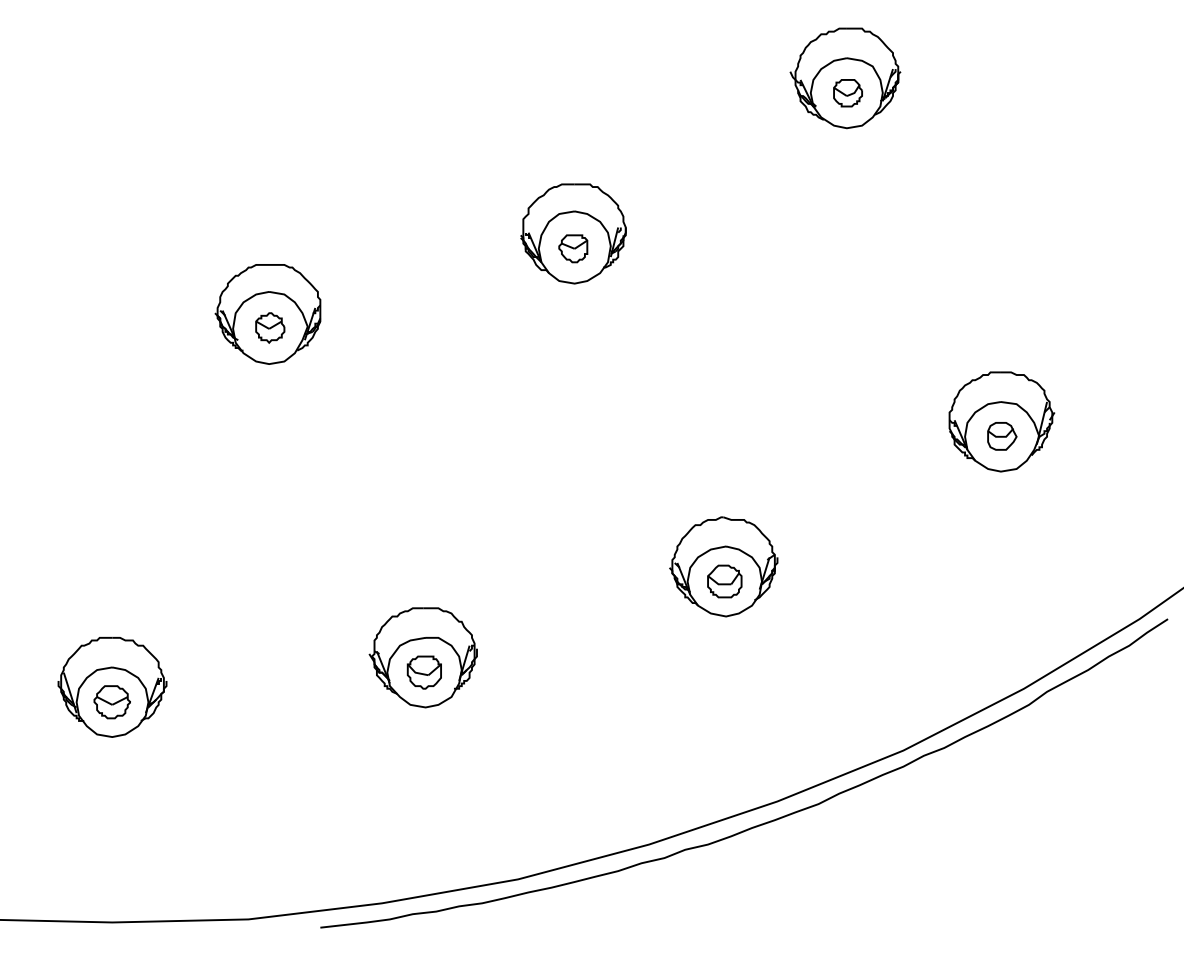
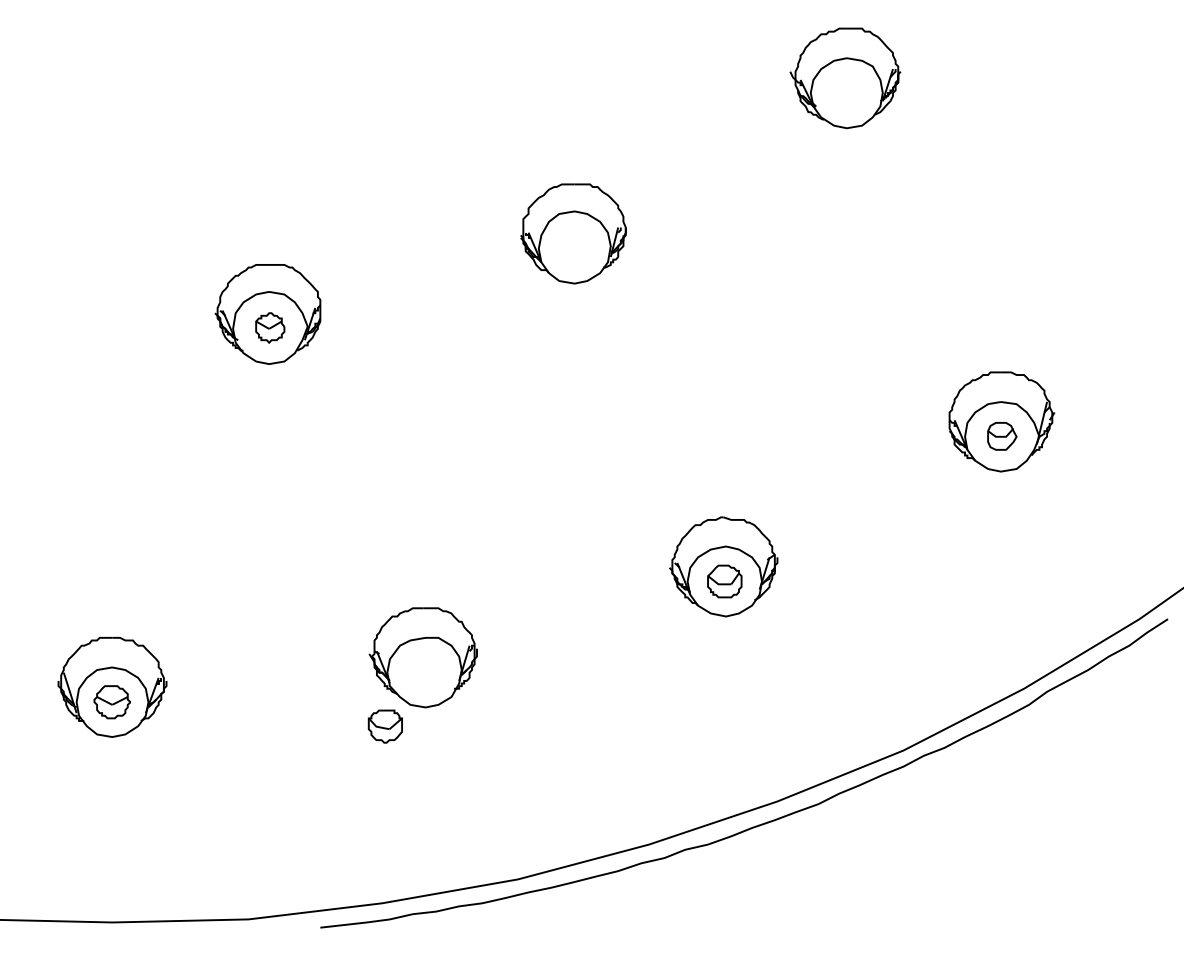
part at (847, 93): present -> none
part at (573, 248): present -> none
part at (423, 672) position: (423, 672) -> (384, 726)
